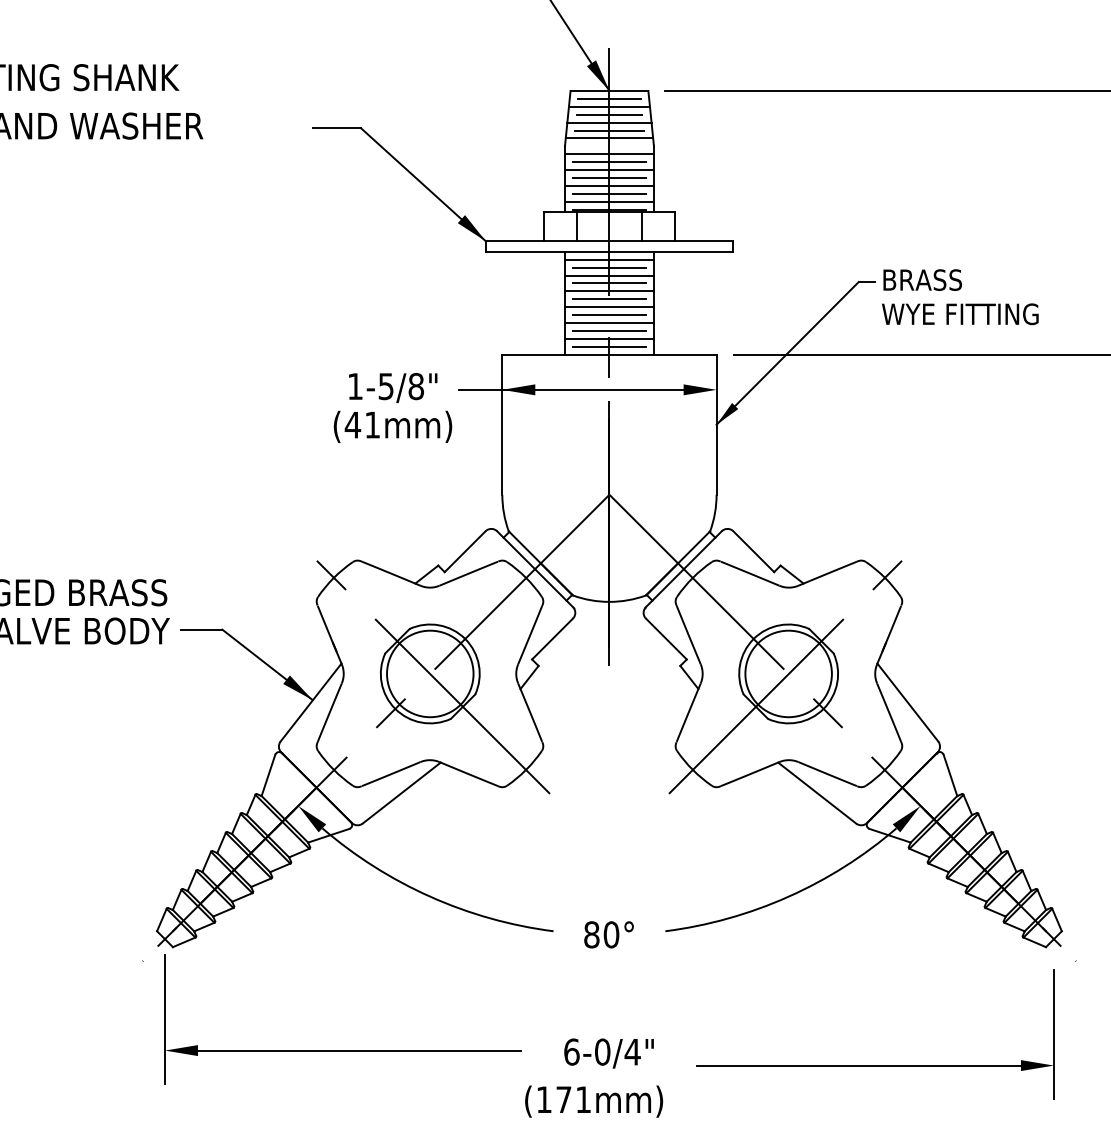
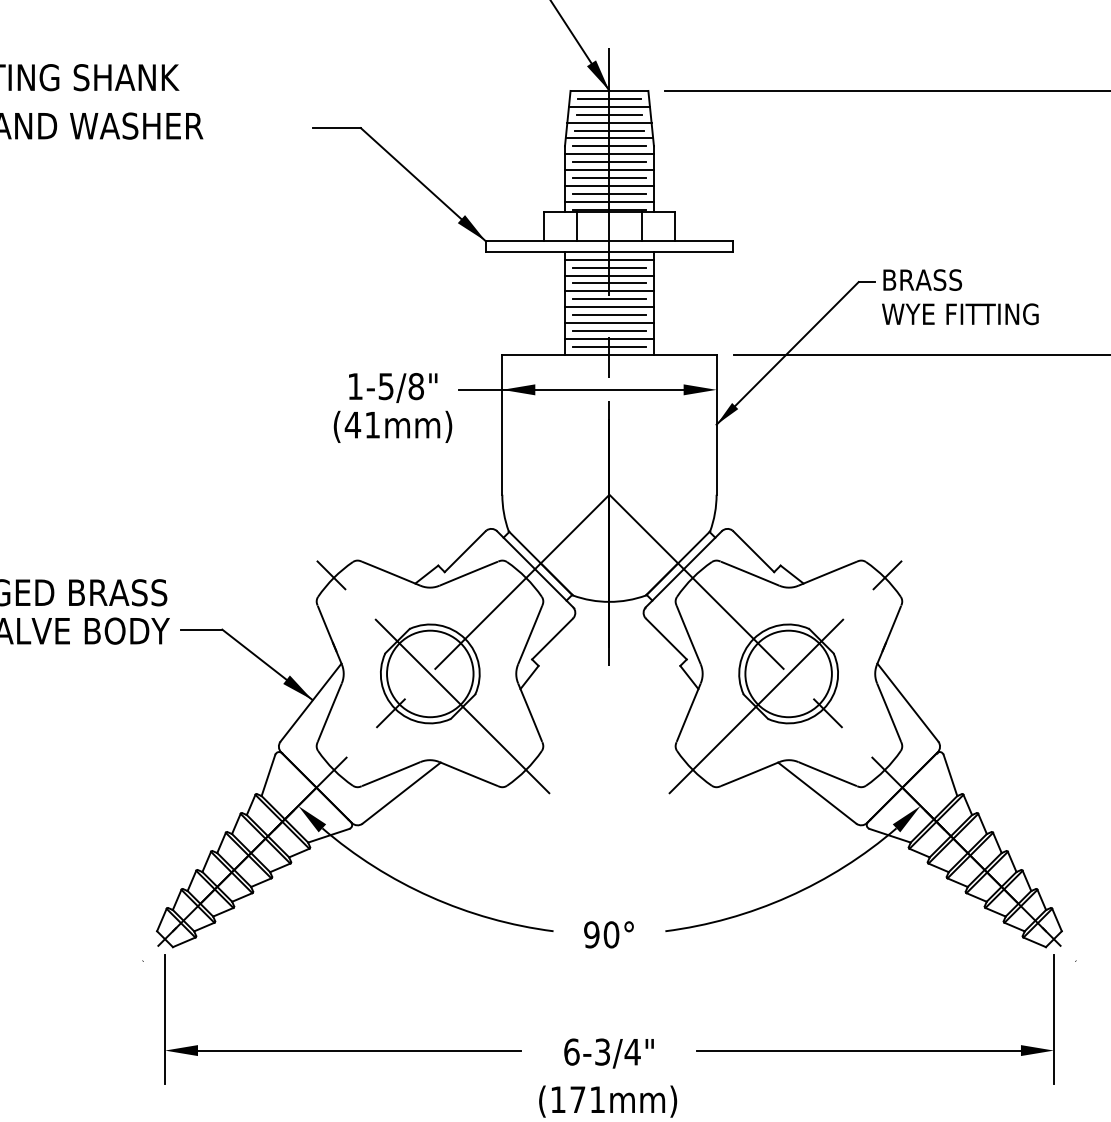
line at (609, 146): none -> present
text at (591, 934): 80° -> 90°
text at (602, 1051): 6-0/4" -> 6-3/4"
part at (875, 1065) position: (875, 1065) -> (875, 1050)
text at (594, 1101) position: (594, 1101) -> (608, 1101)
